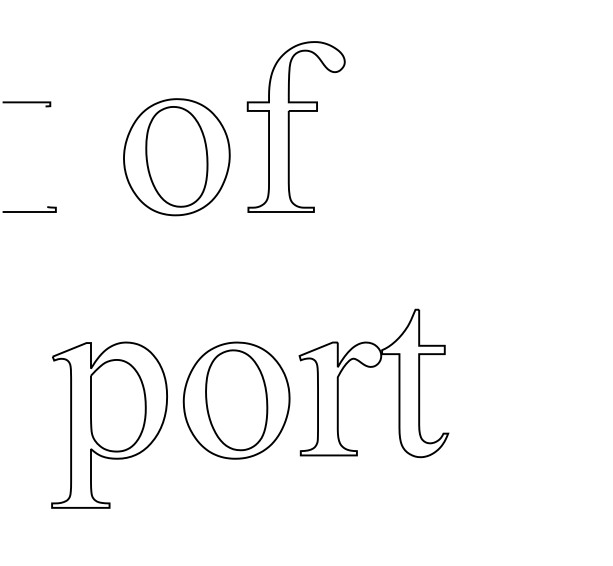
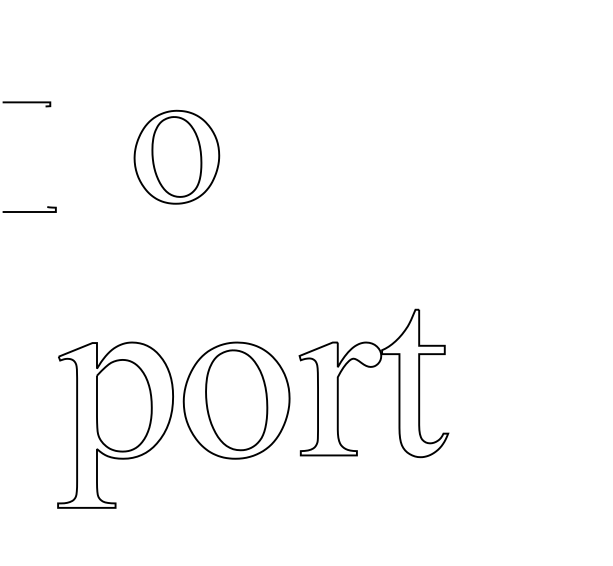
part at (295, 126): present -> none
part at (176, 157) size: 108x119 px -> 88x96 px
part at (109, 424) position: (109, 424) -> (115, 424)
